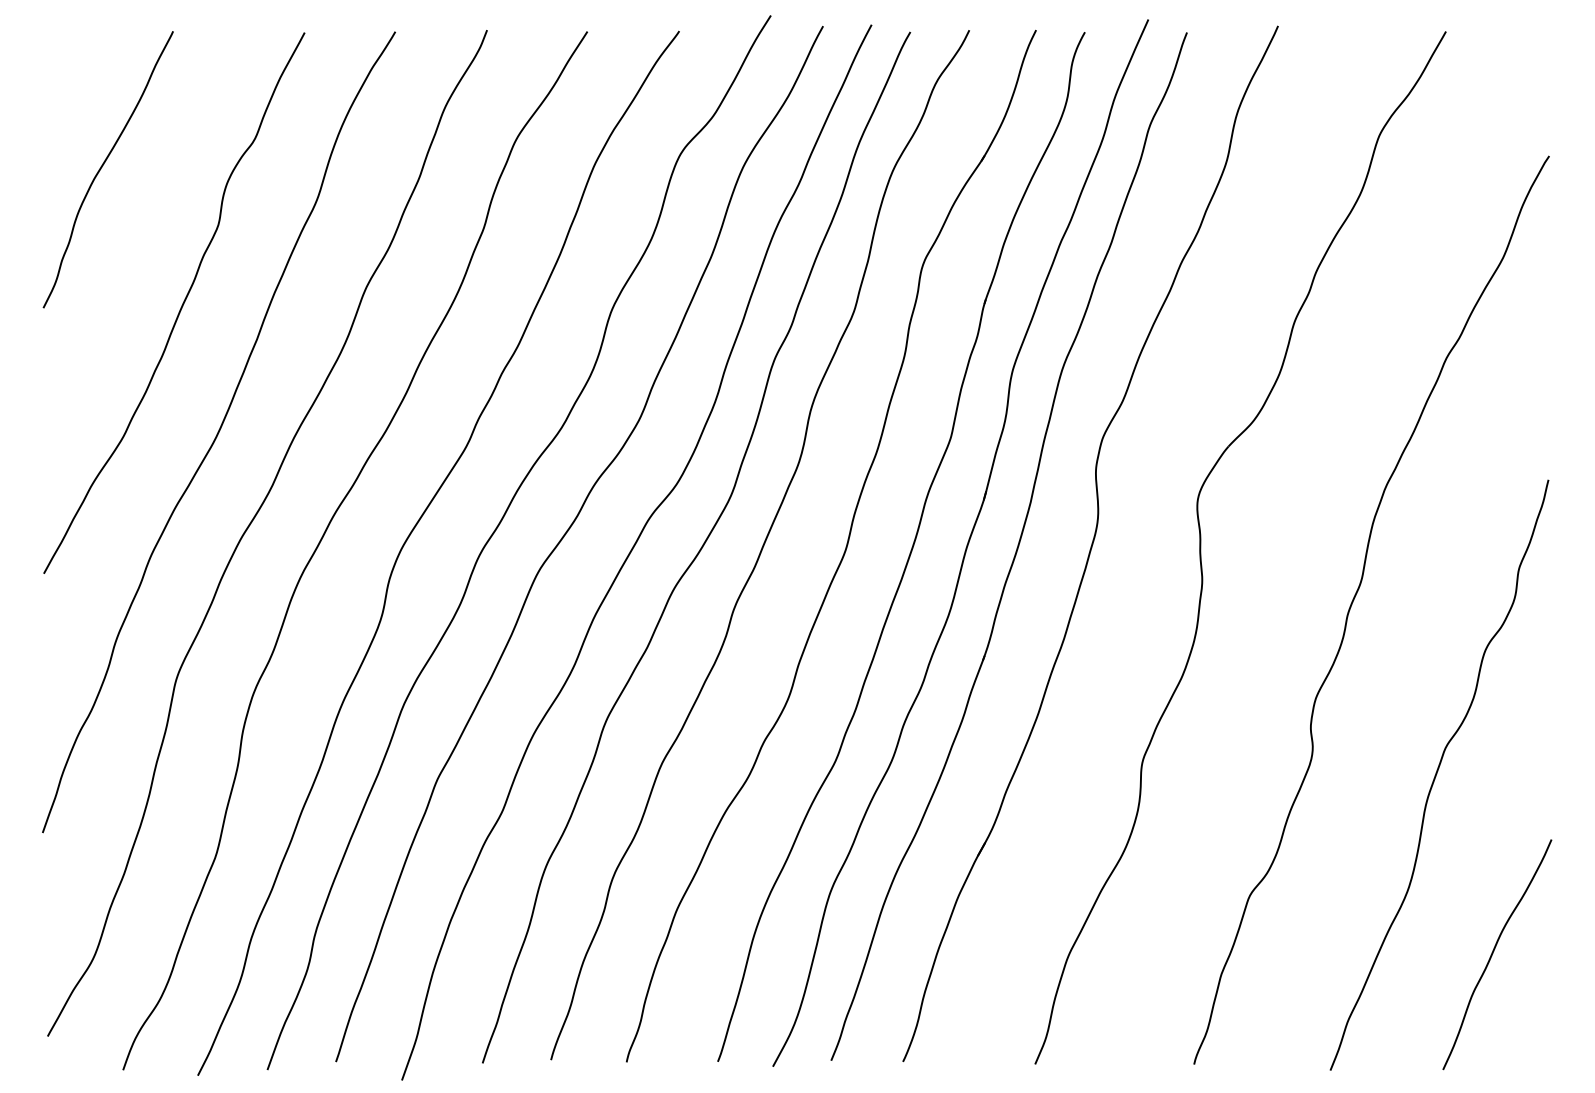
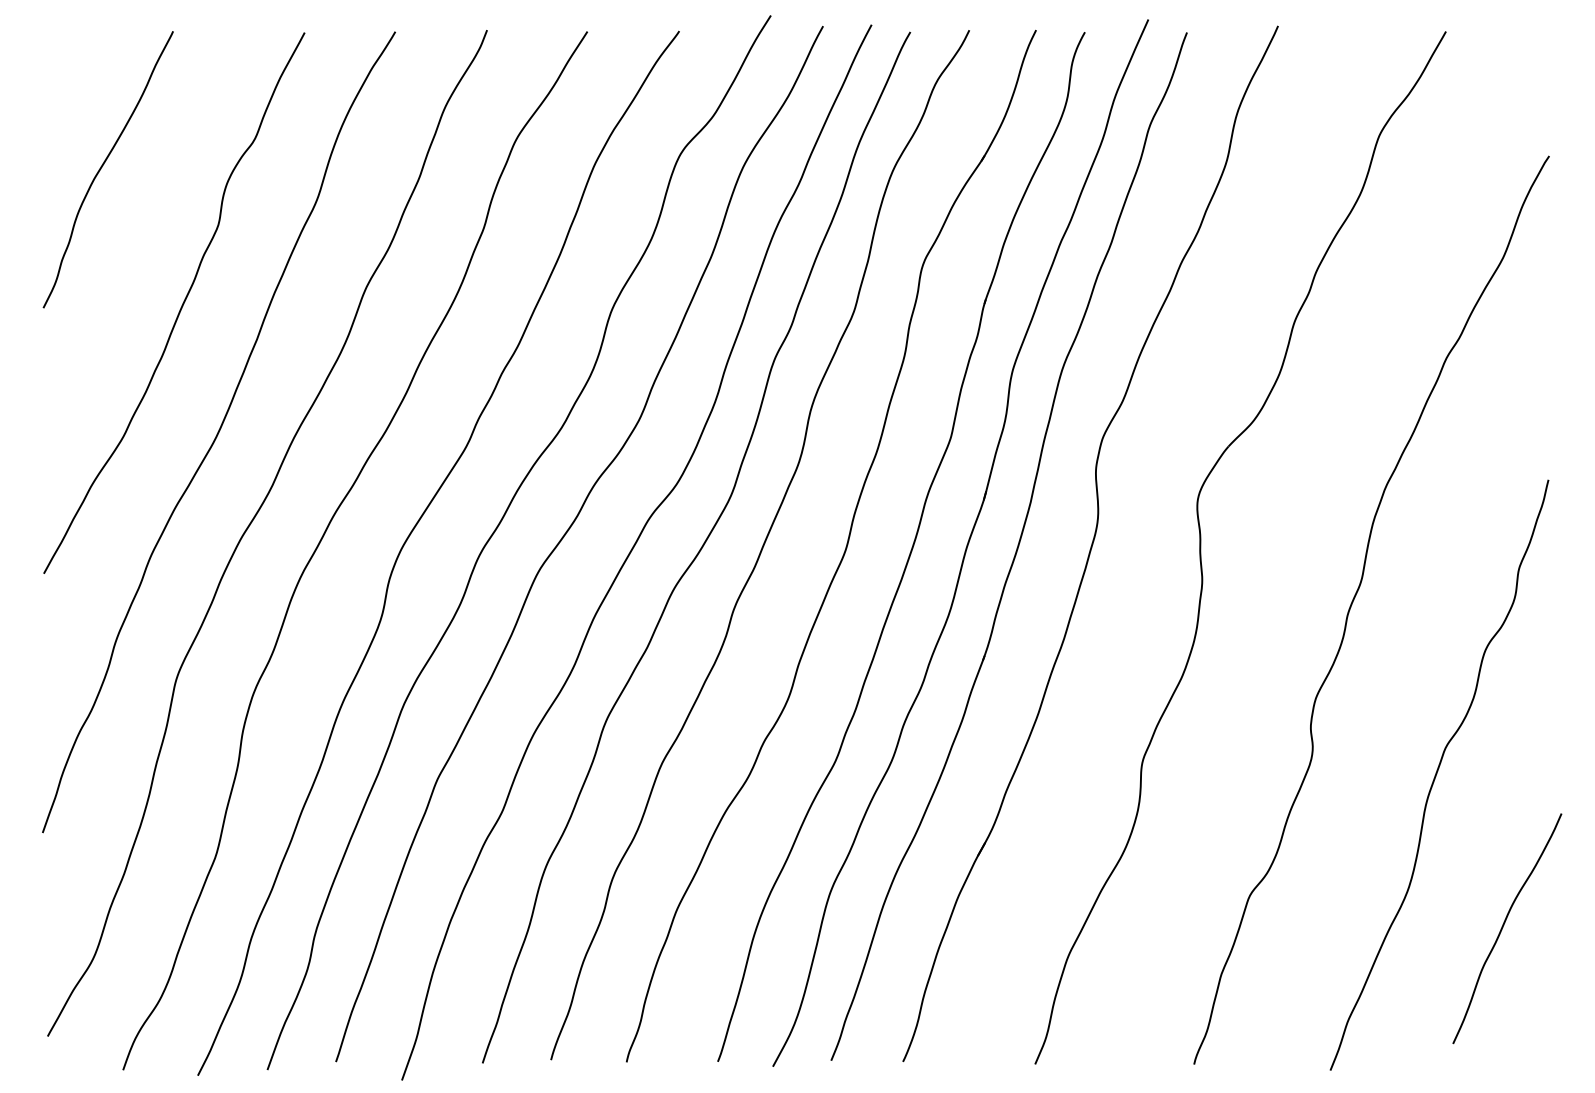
curve at (1493, 953) position: (1493, 953) -> (1503, 927)
